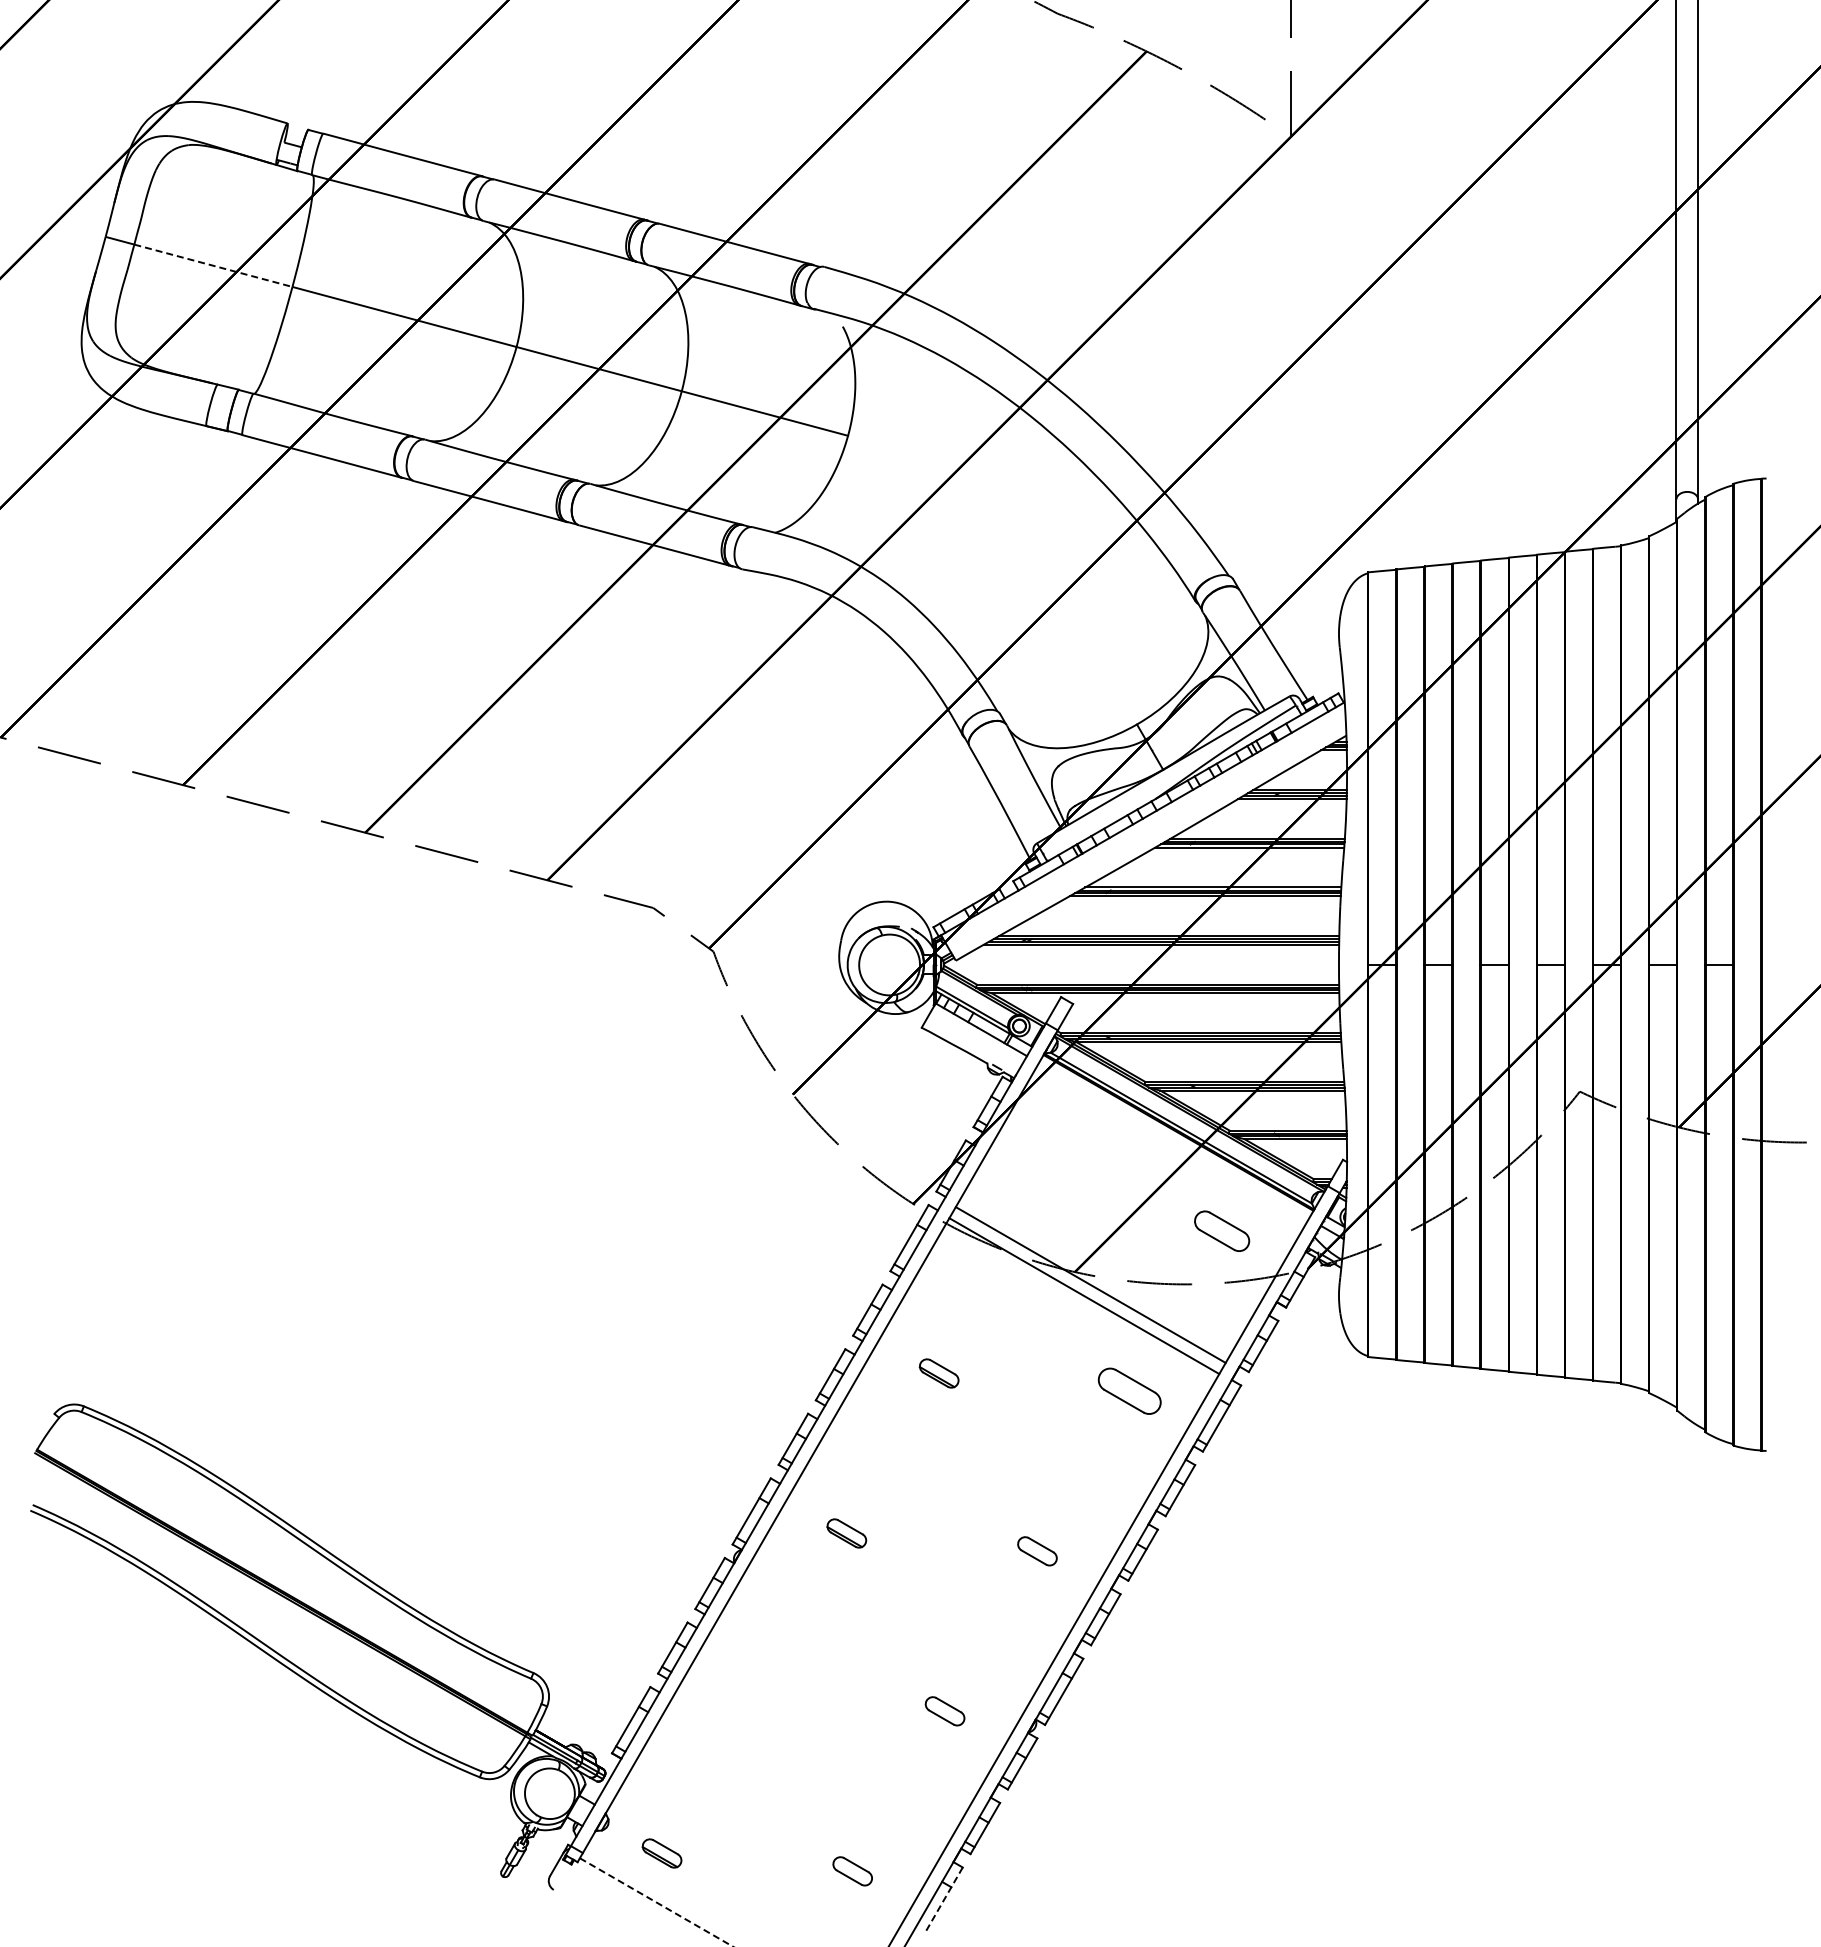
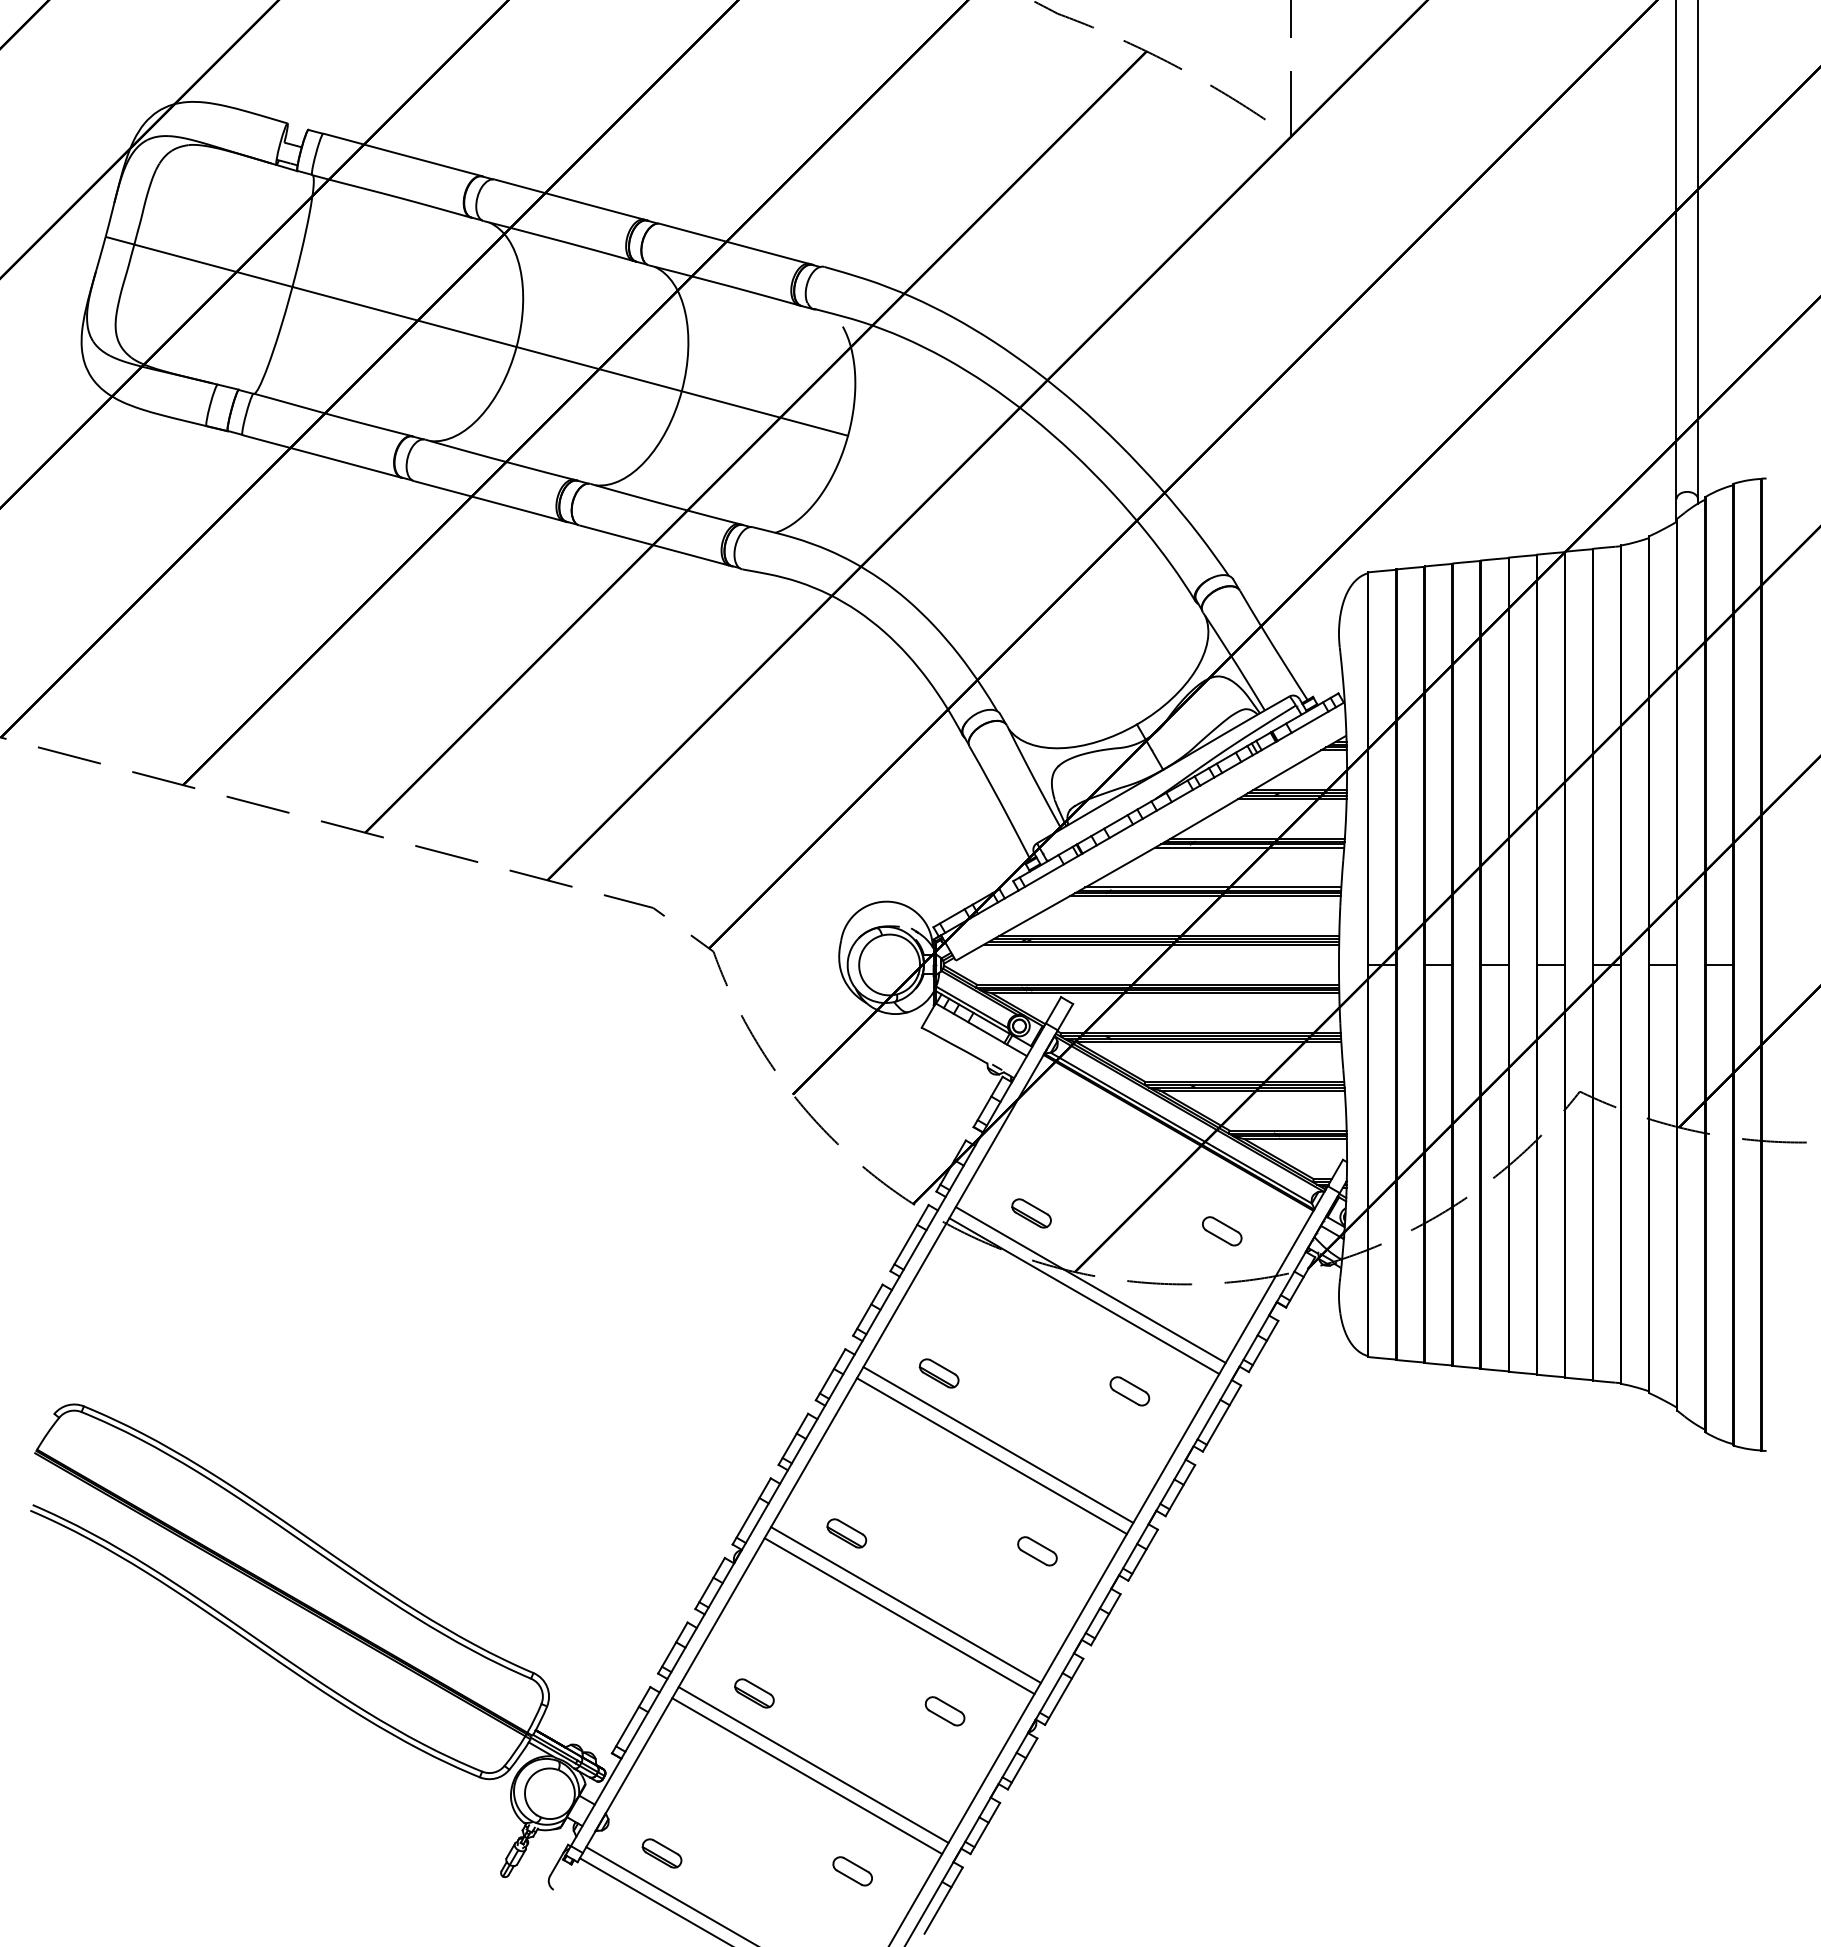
line at (213, 265): dashed -> solid
part at (1031, 1213): none -> present
part at (1222, 1230) size: 57x42 px -> 41x31 px
part at (1129, 1390) size: 65x48 px -> 42x31 px
line at (998, 1444): none -> present
line at (991, 1456): none -> present
line at (905, 1604): none -> present
line at (899, 1616): none -> present
part at (754, 1693): none -> present
line at (813, 1764): none -> present
line at (807, 1776): none -> present
line at (669, 1895): none -> present
line at (943, 1901): dashed -> solid
line at (656, 1902): dashed -> solid
